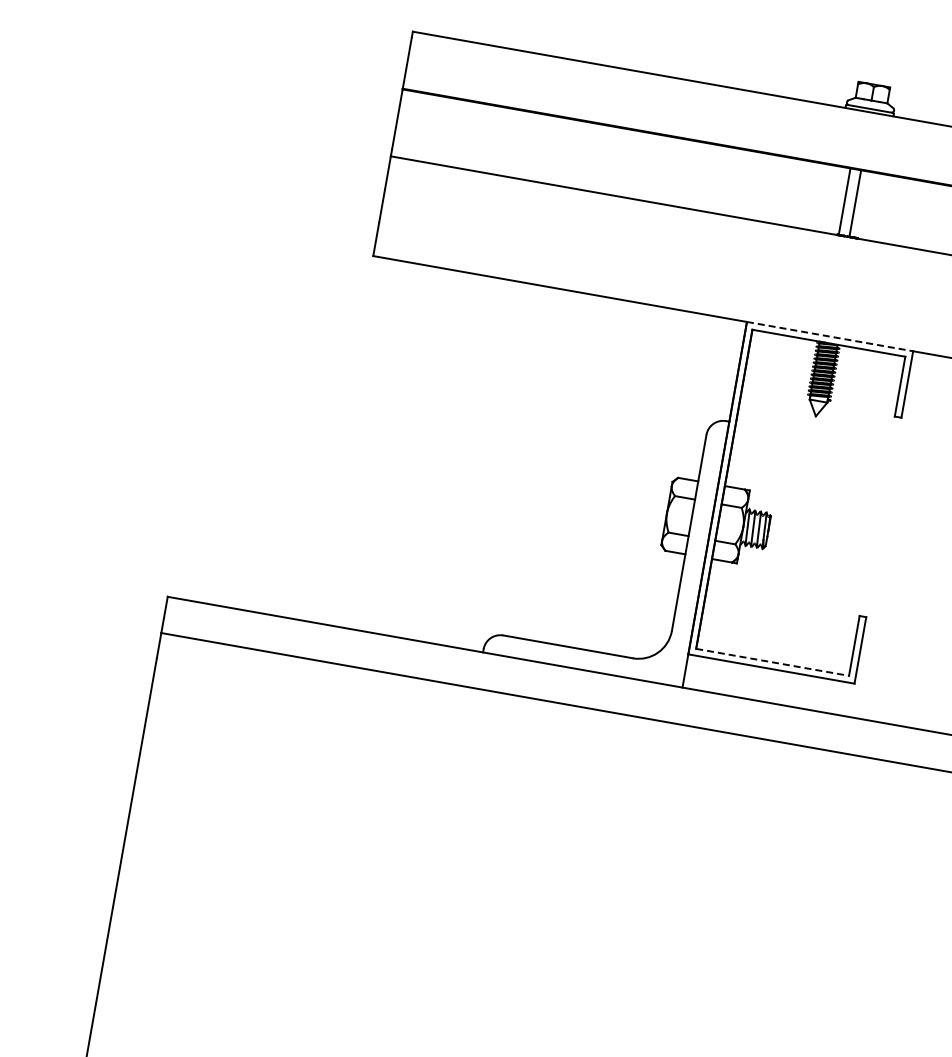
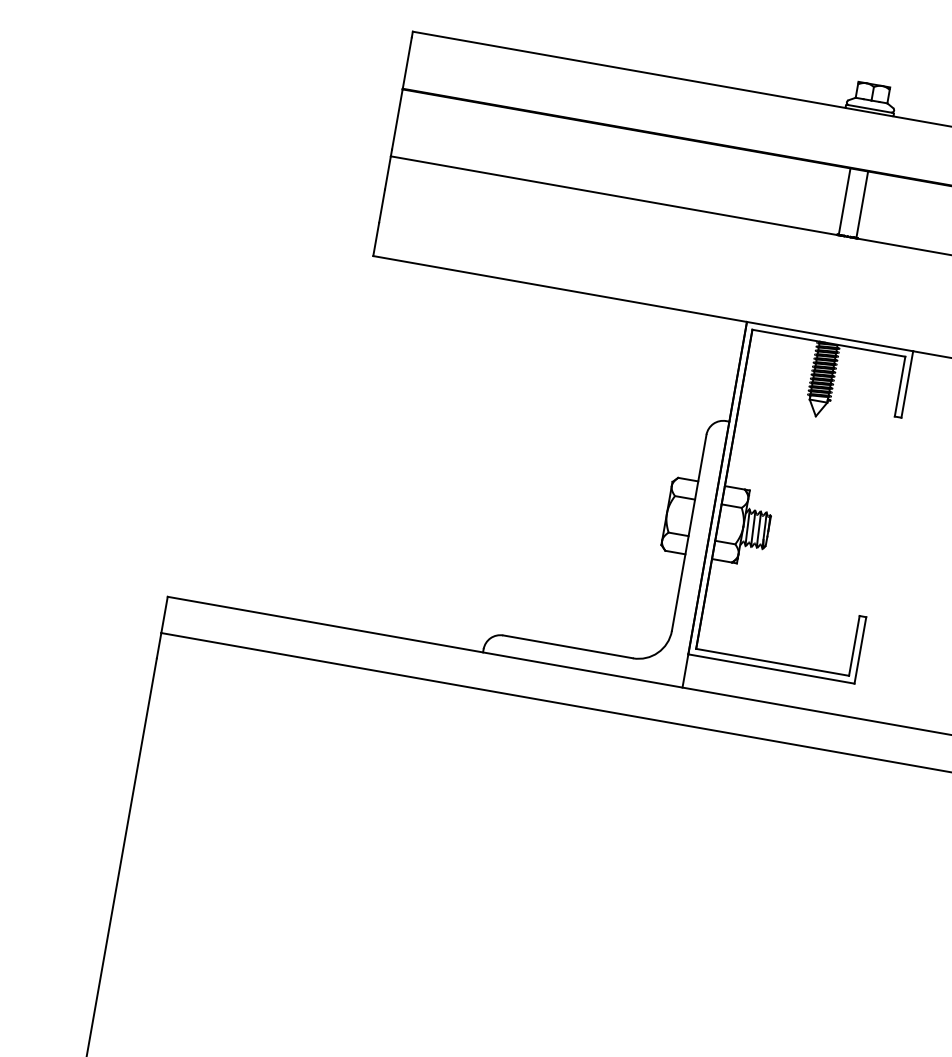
line at (855, 203) position: (855, 203) -> (862, 204)
line at (830, 336): dashed -> solid
line at (772, 662): dashed -> solid
